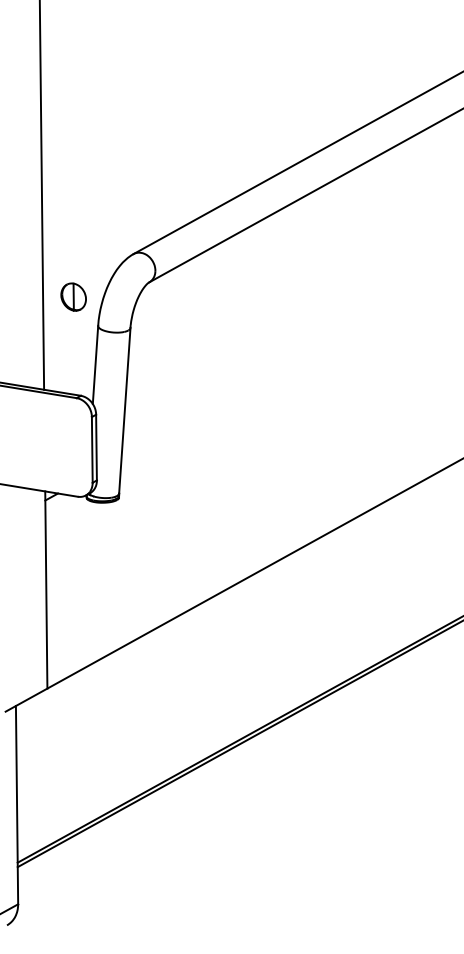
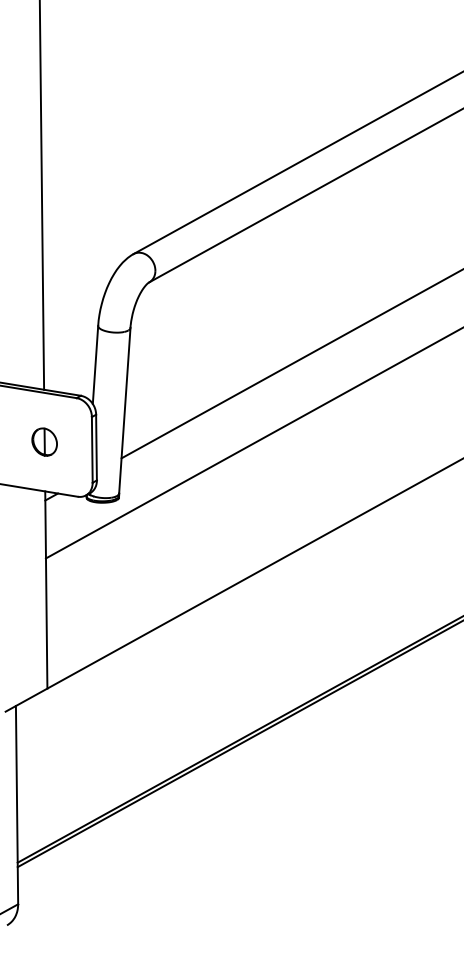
part at (73, 296) position: (73, 296) -> (44, 441)
line at (290, 364): none -> present
line at (252, 443): none -> present
